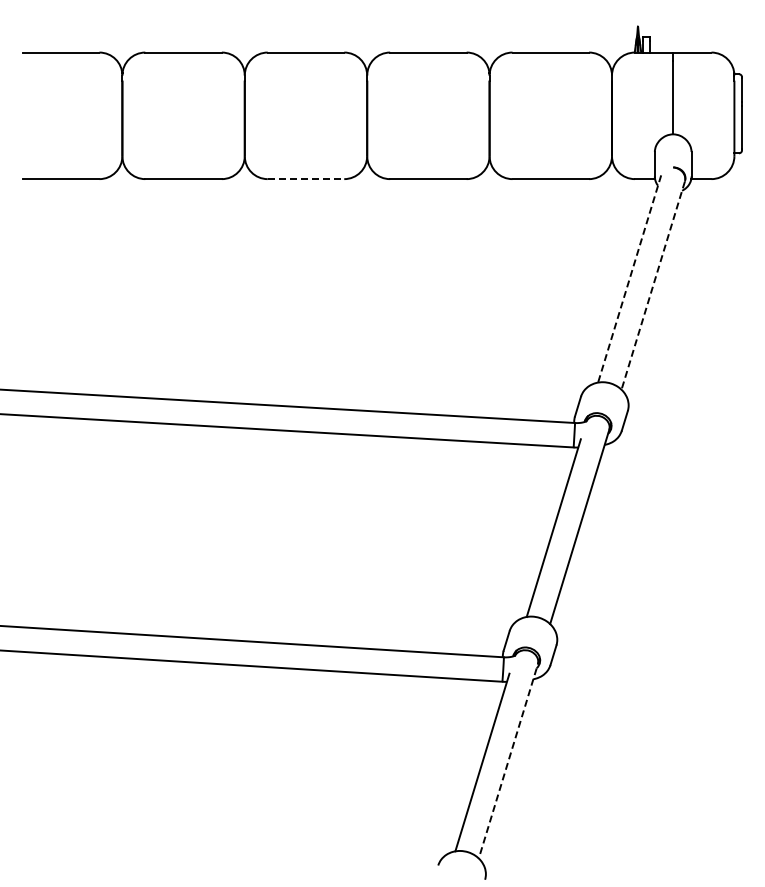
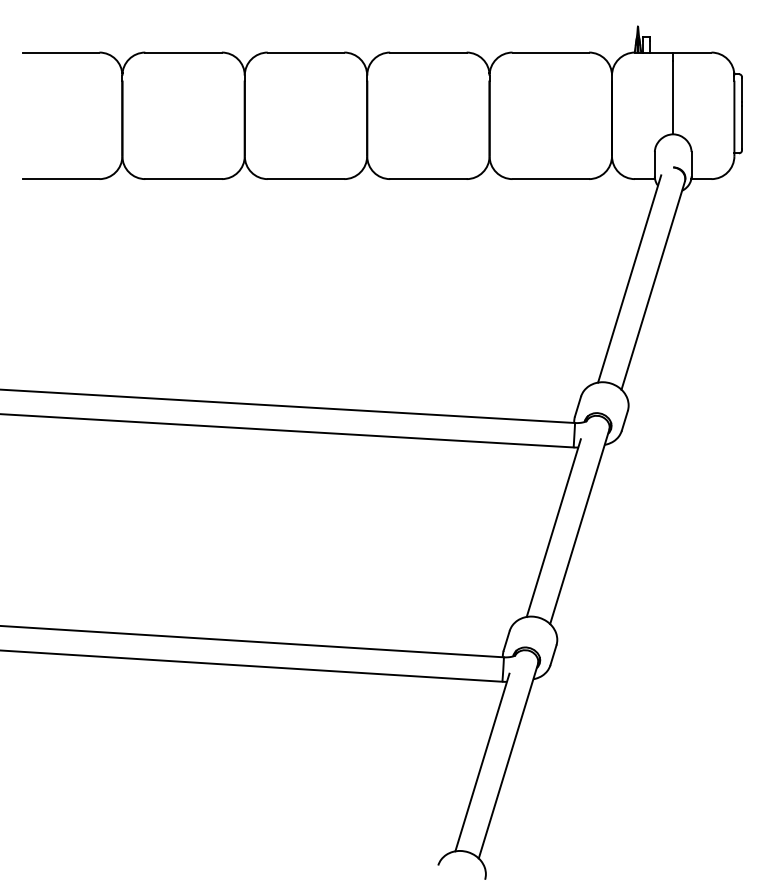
line at (306, 179): dashed -> solid
line at (629, 279): dashed -> solid
line at (653, 285): dashed -> solid
line at (509, 758): dashed -> solid
